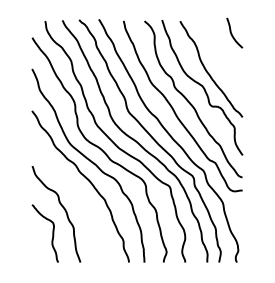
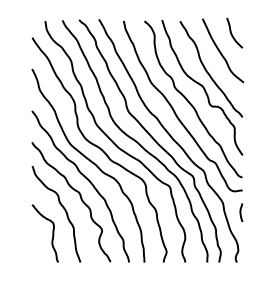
curve at (221, 52): none -> present
curve at (80, 199): none -> present
curve at (241, 212): none -> present
